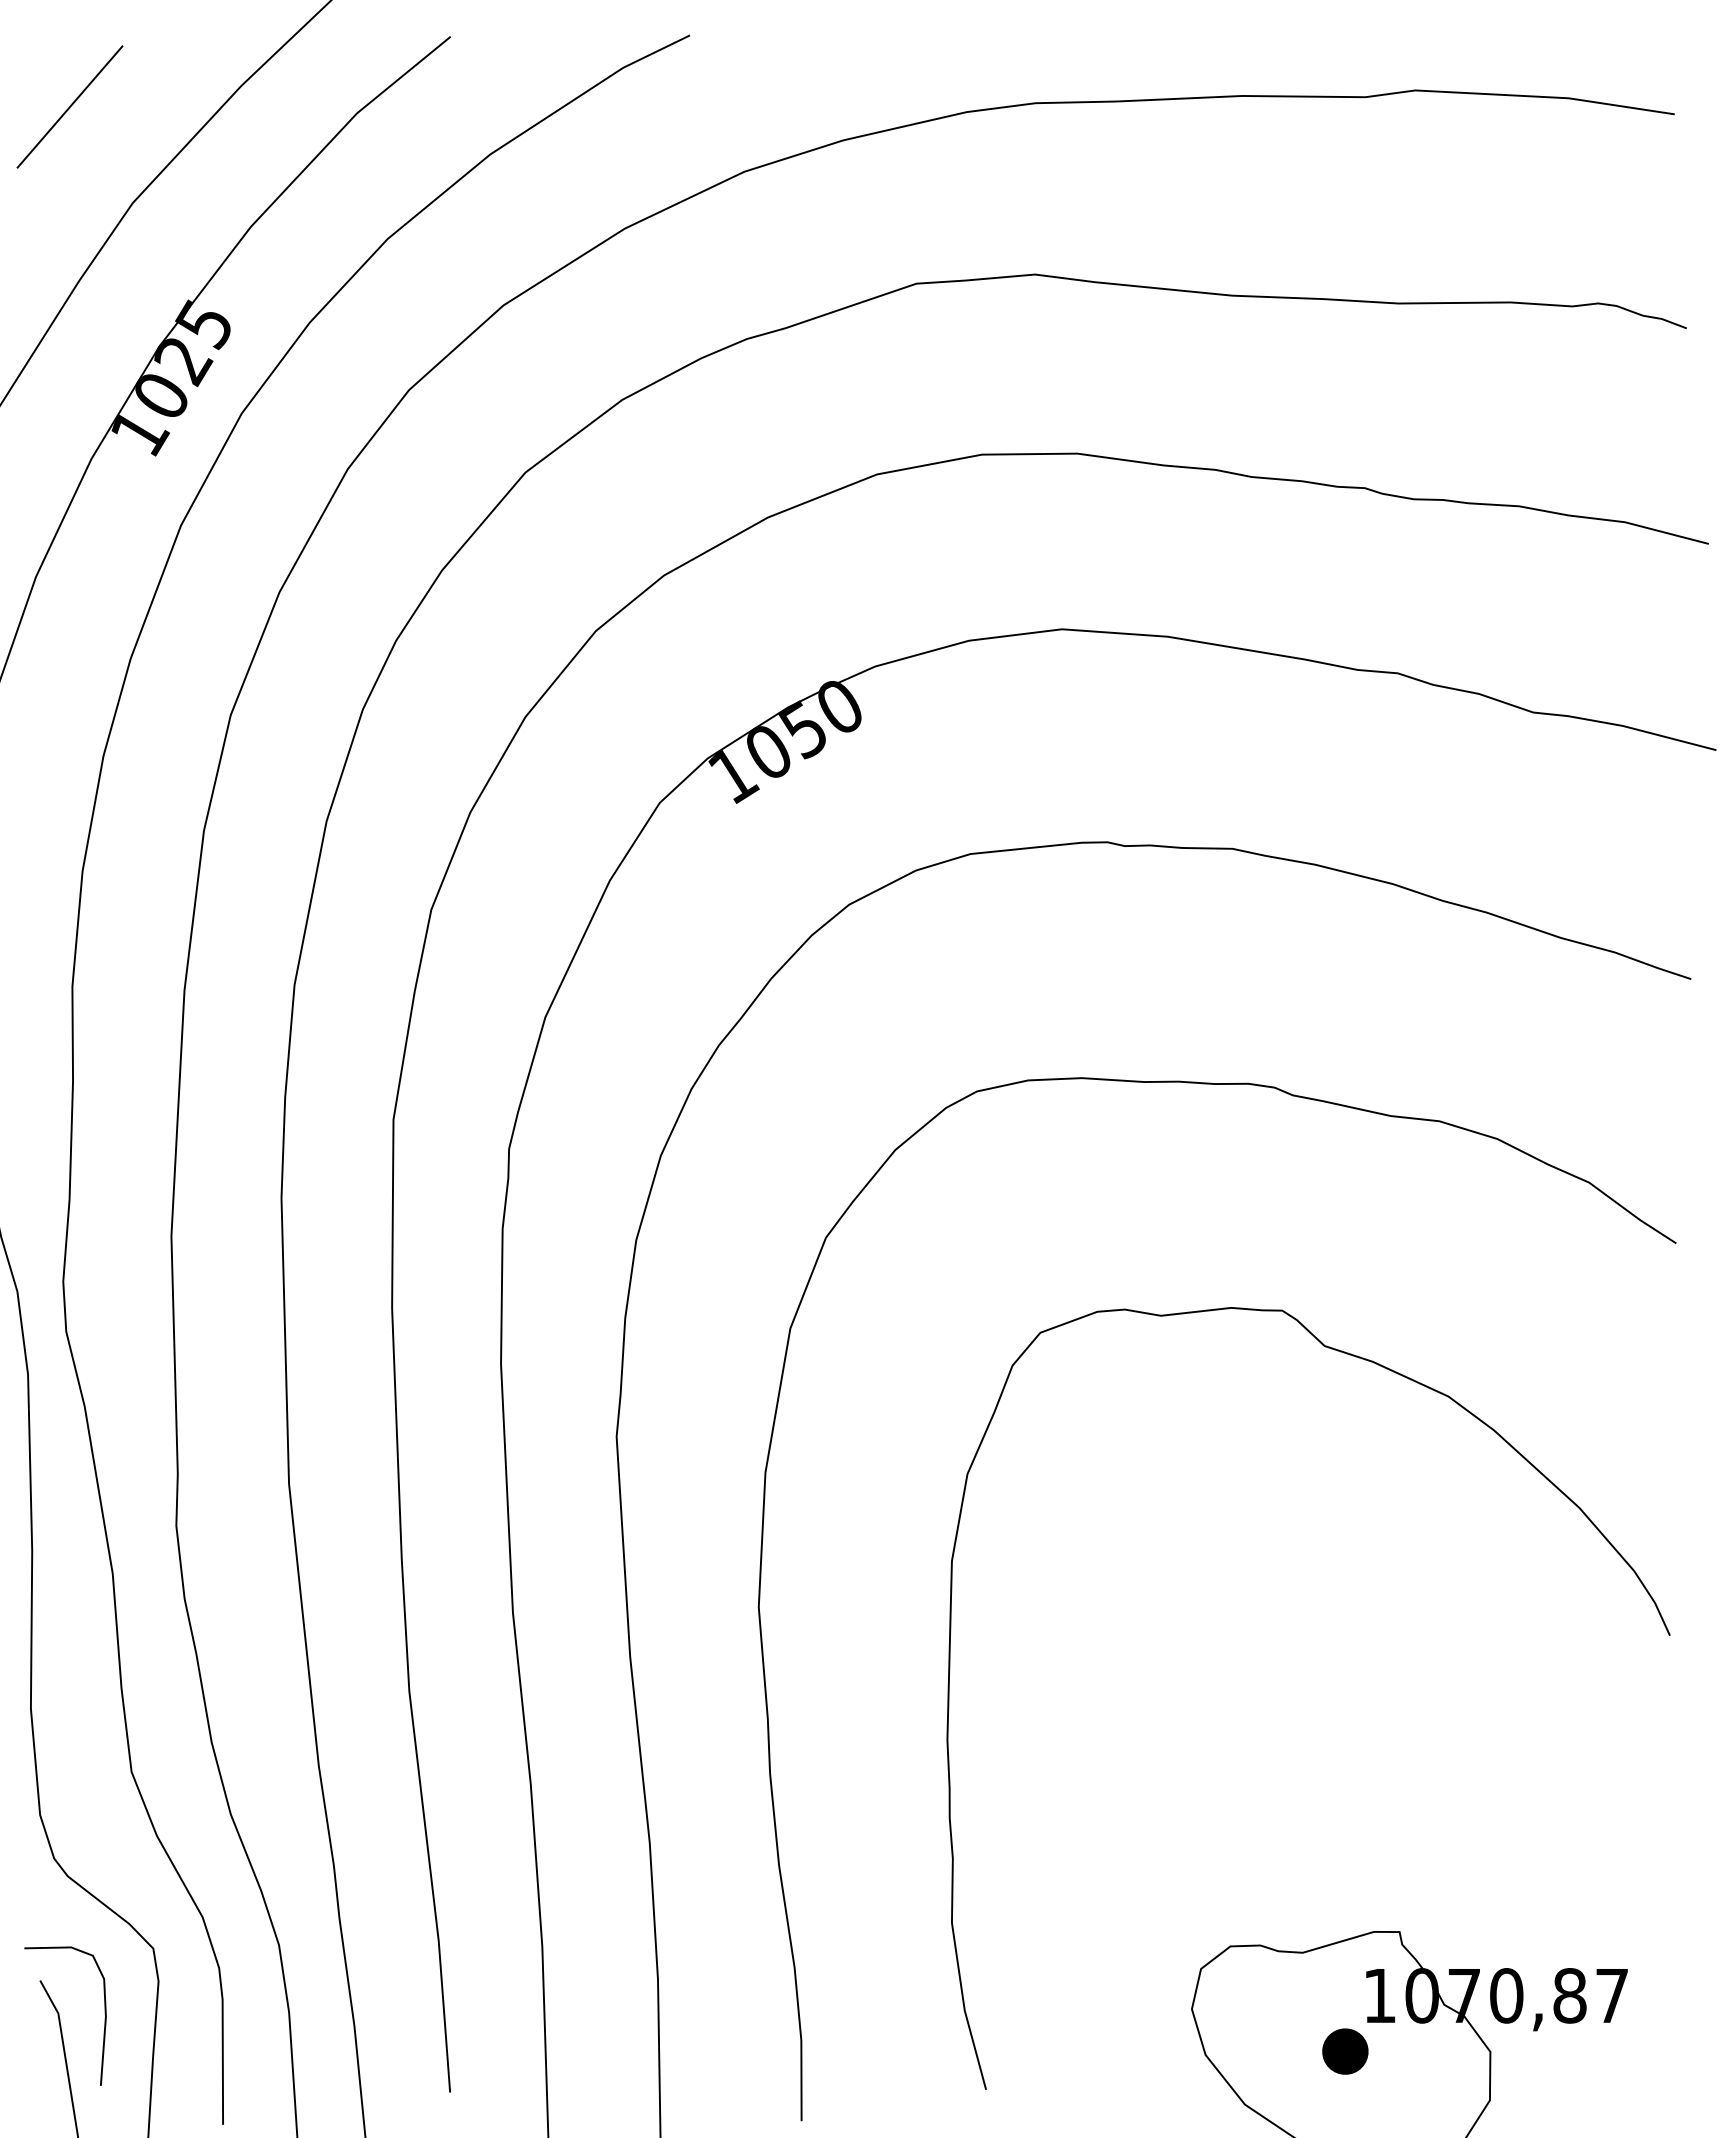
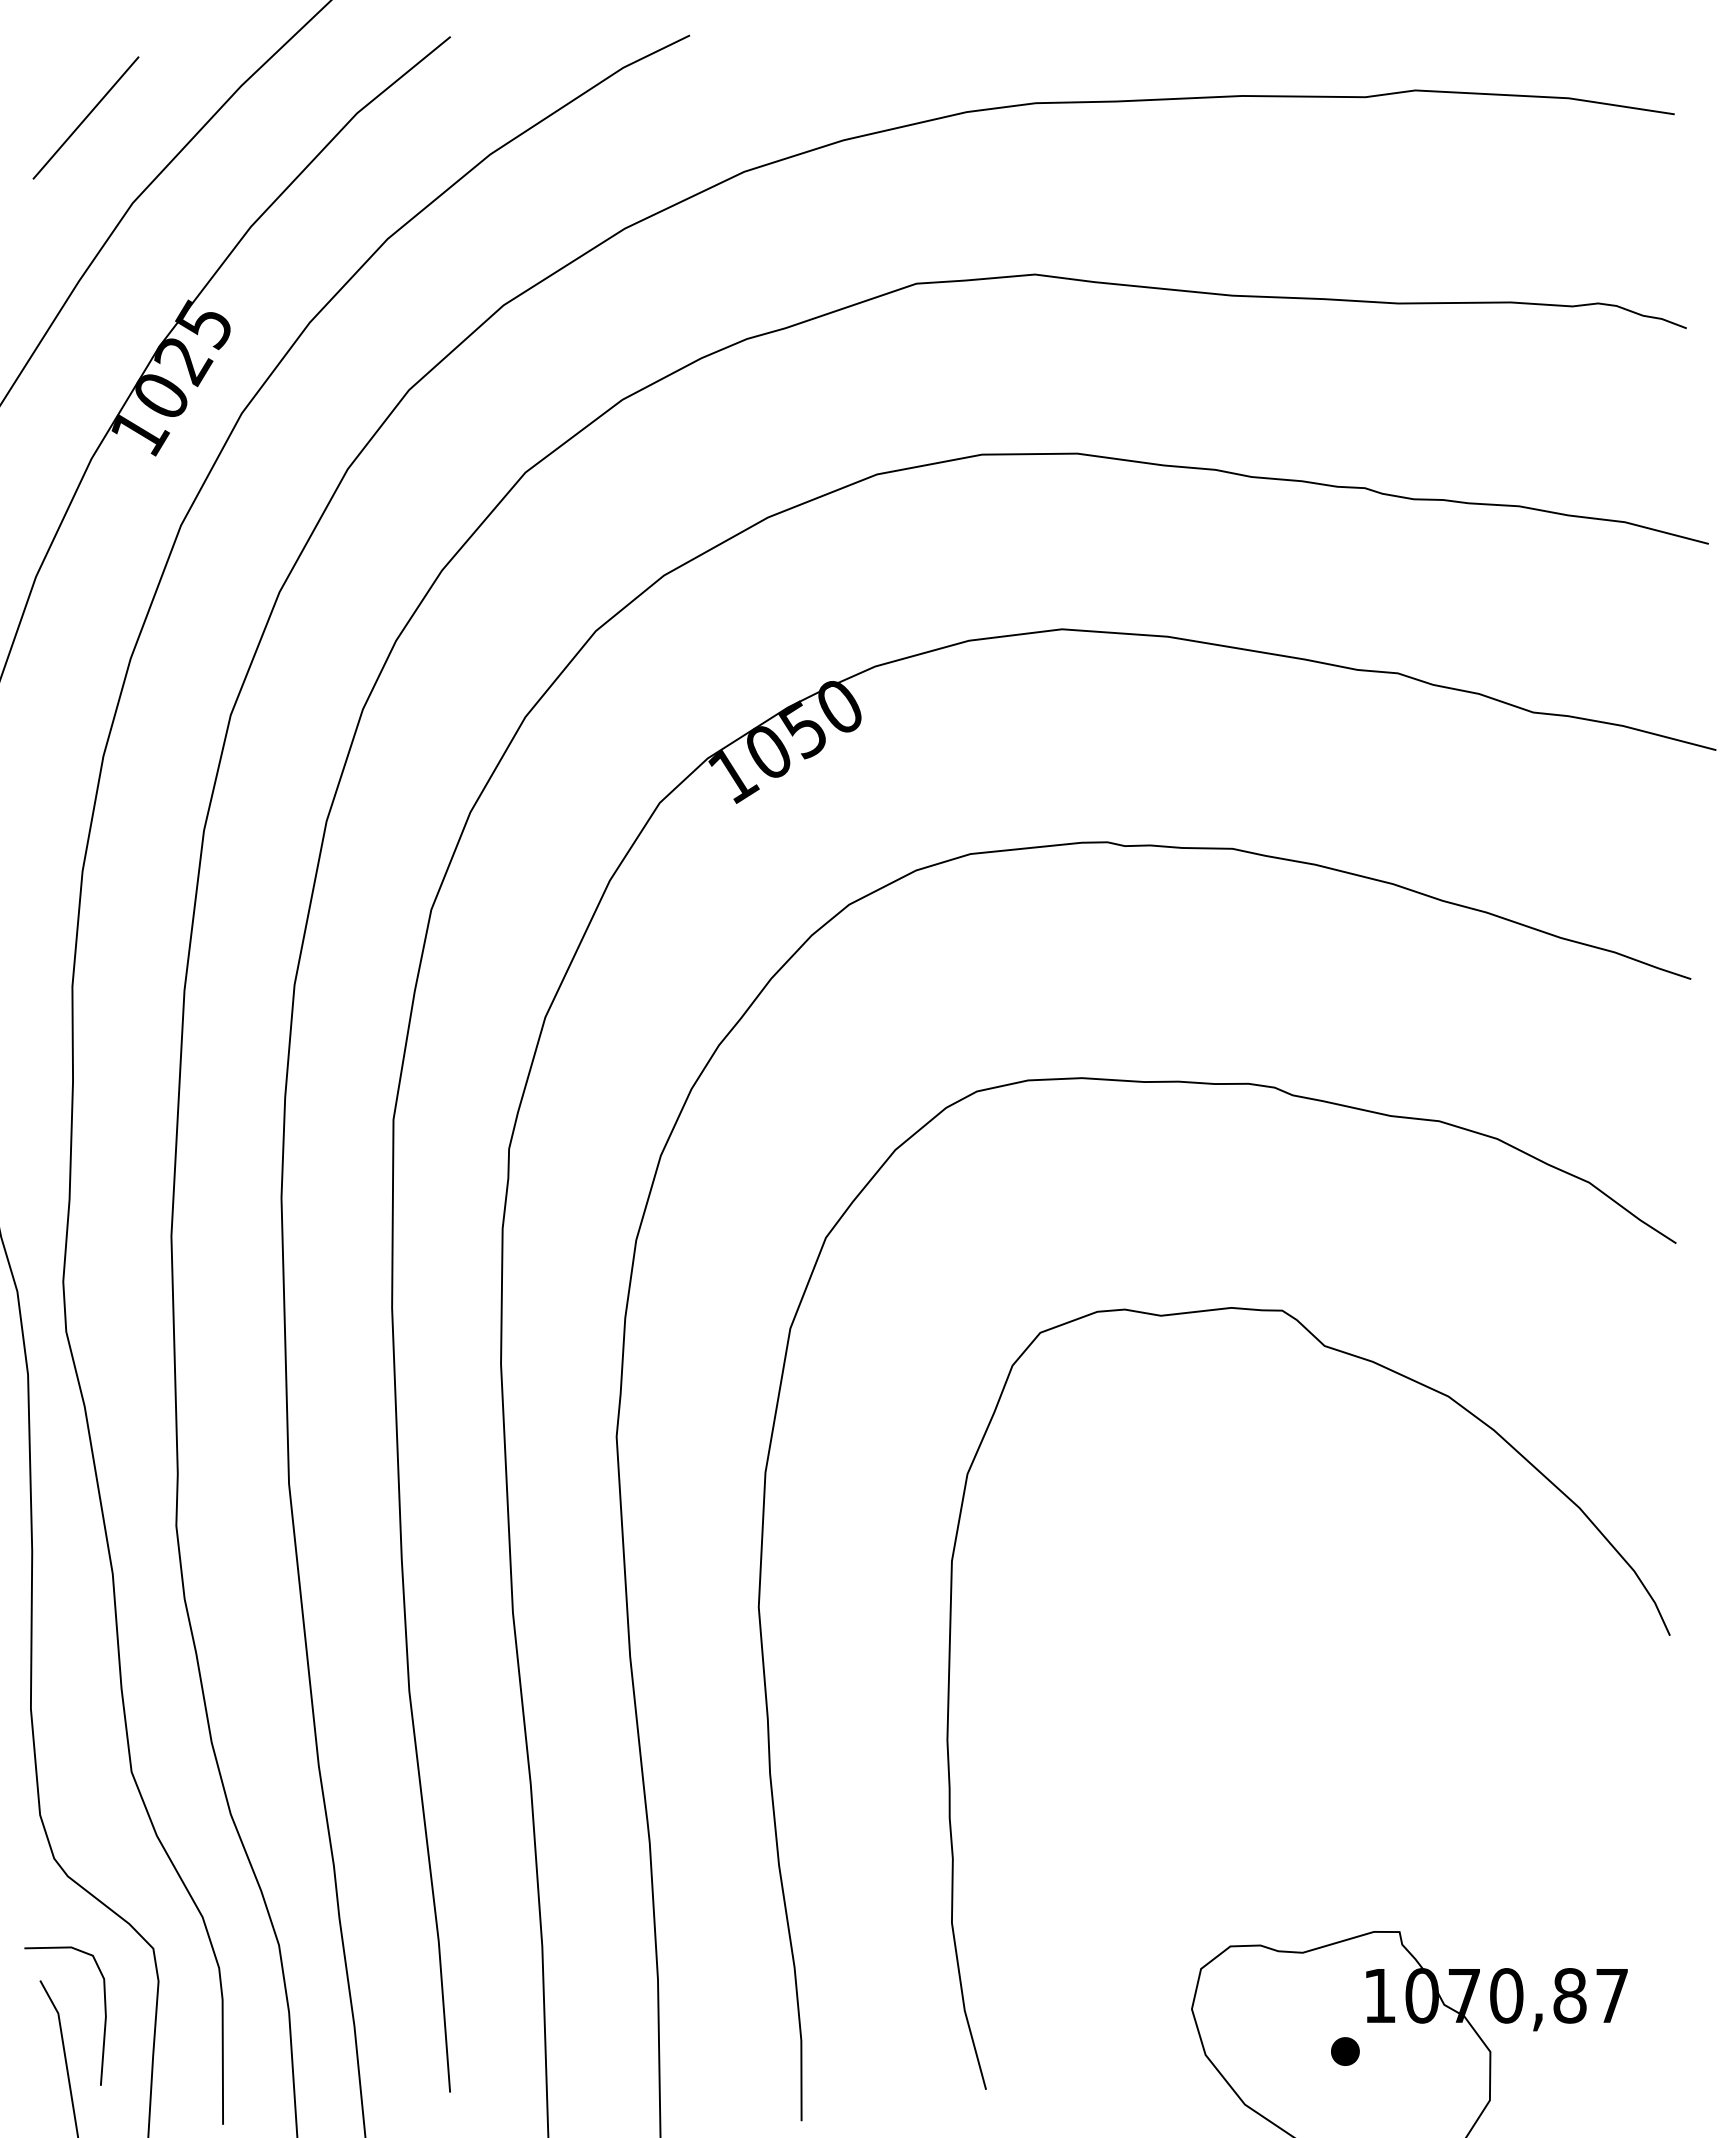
line at (69, 106) position: (69, 106) -> (85, 117)
part at (1345, 2051) size: 47x47 px -> 29x29 px
